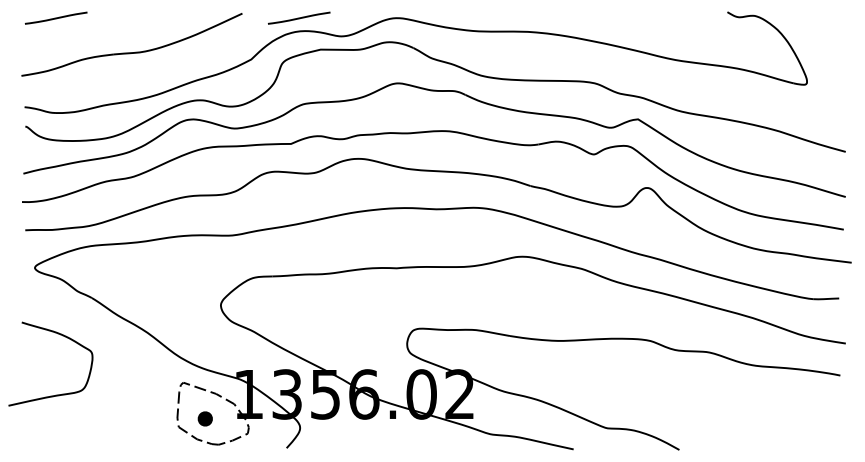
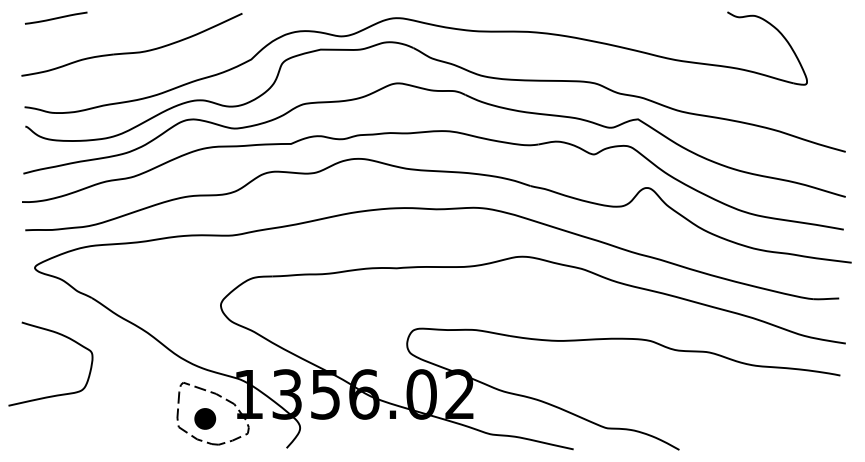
line at (299, 17): present -> none
part at (204, 418) size: 16x16 px -> 23x22 px
